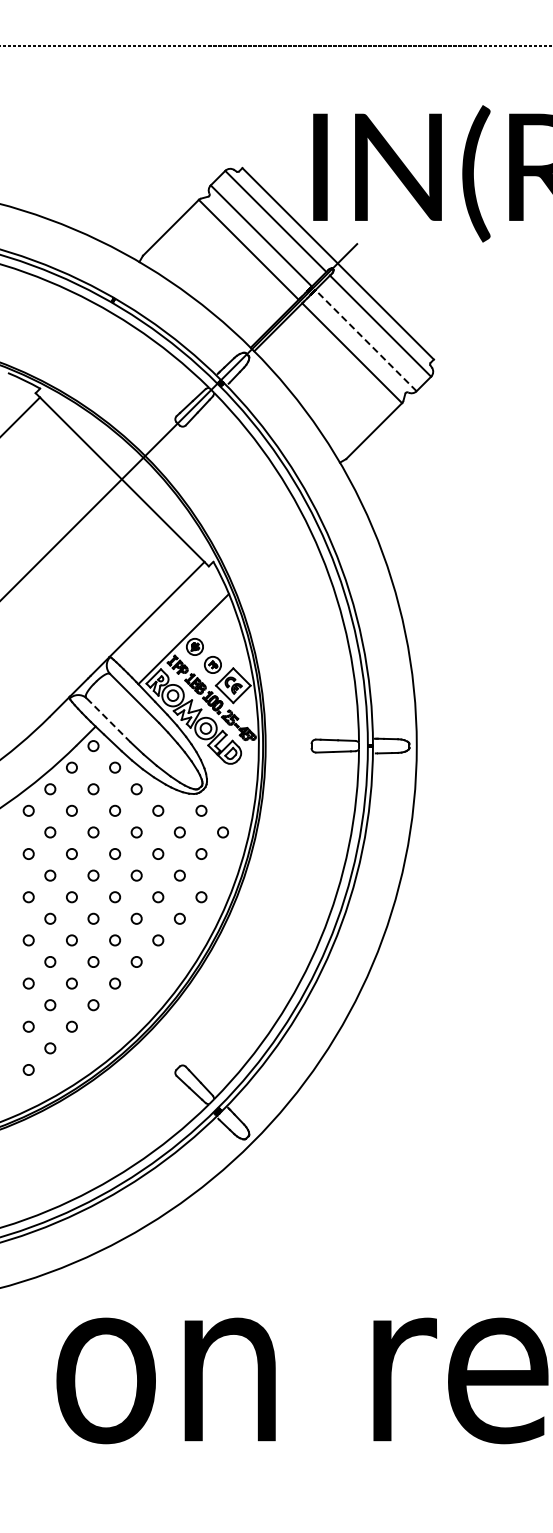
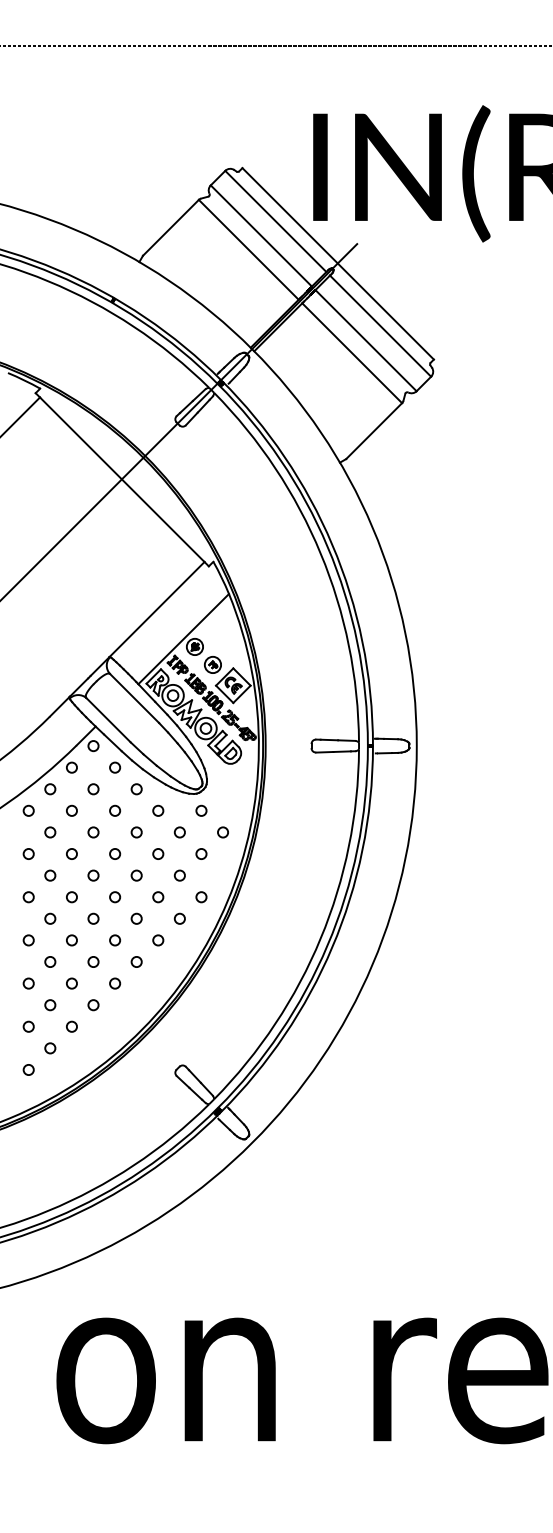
line at (366, 340): dashed -> solid
line at (108, 719): dashed -> solid
